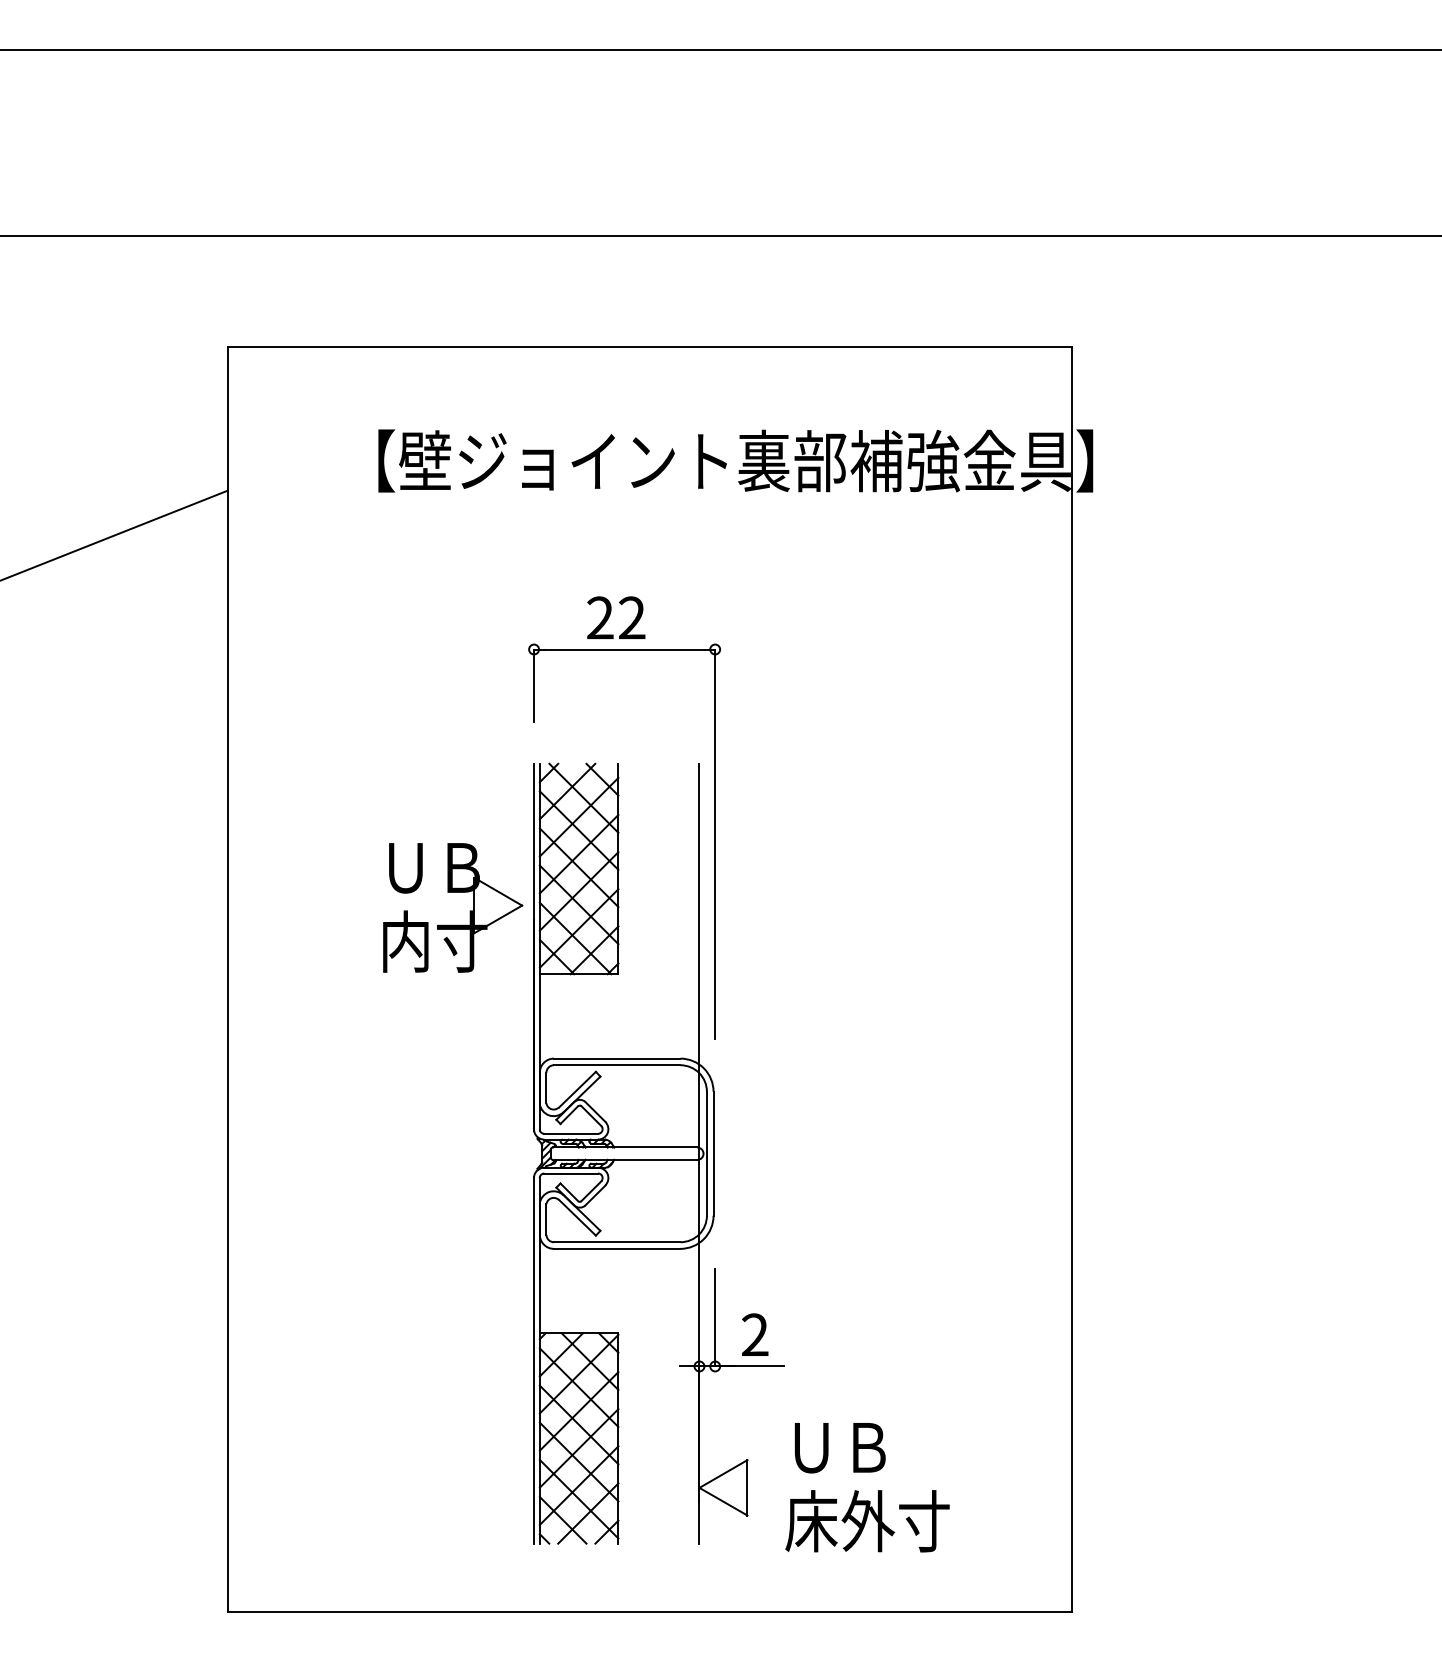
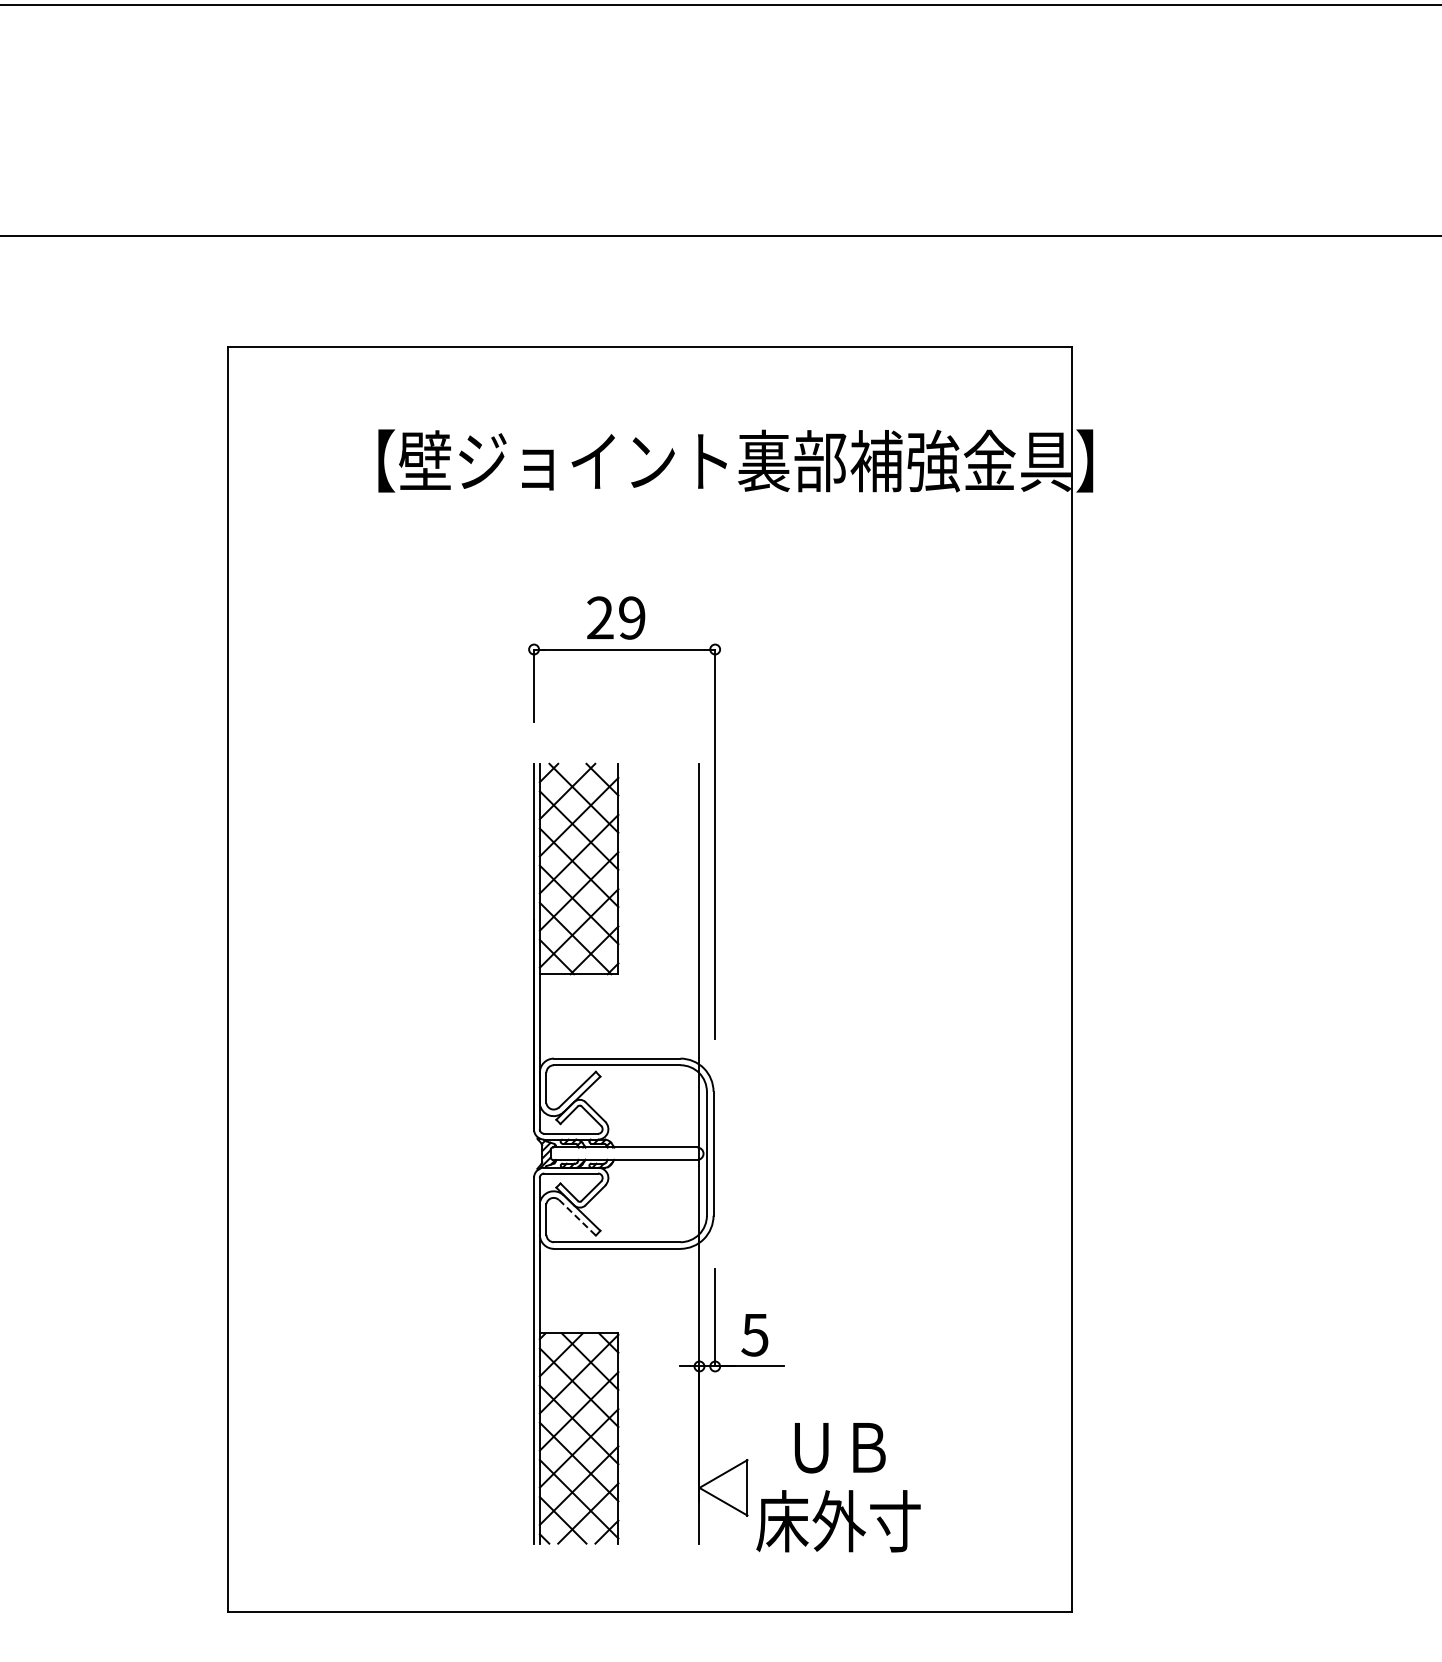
line at (720, 49) position: (720, 49) -> (720, 4)
line at (114, 534): present -> none
text at (632, 617): 22 -> 29
part at (453, 892): present -> none
line at (577, 1217): solid -> dashed
text at (754, 1334): 2 -> 5
text at (867, 1521) position: (867, 1521) -> (838, 1521)
